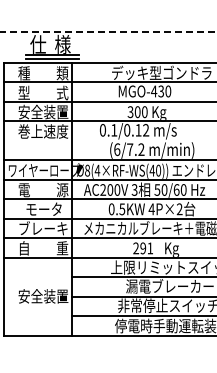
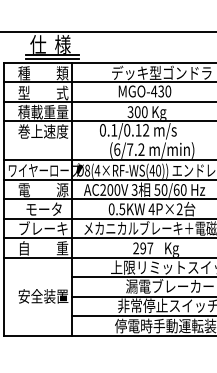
line at (108, 32): dashed -> solid
text at (43, 111): 安全装置 -> 積載重量
text at (150, 248): 291 -> 297
